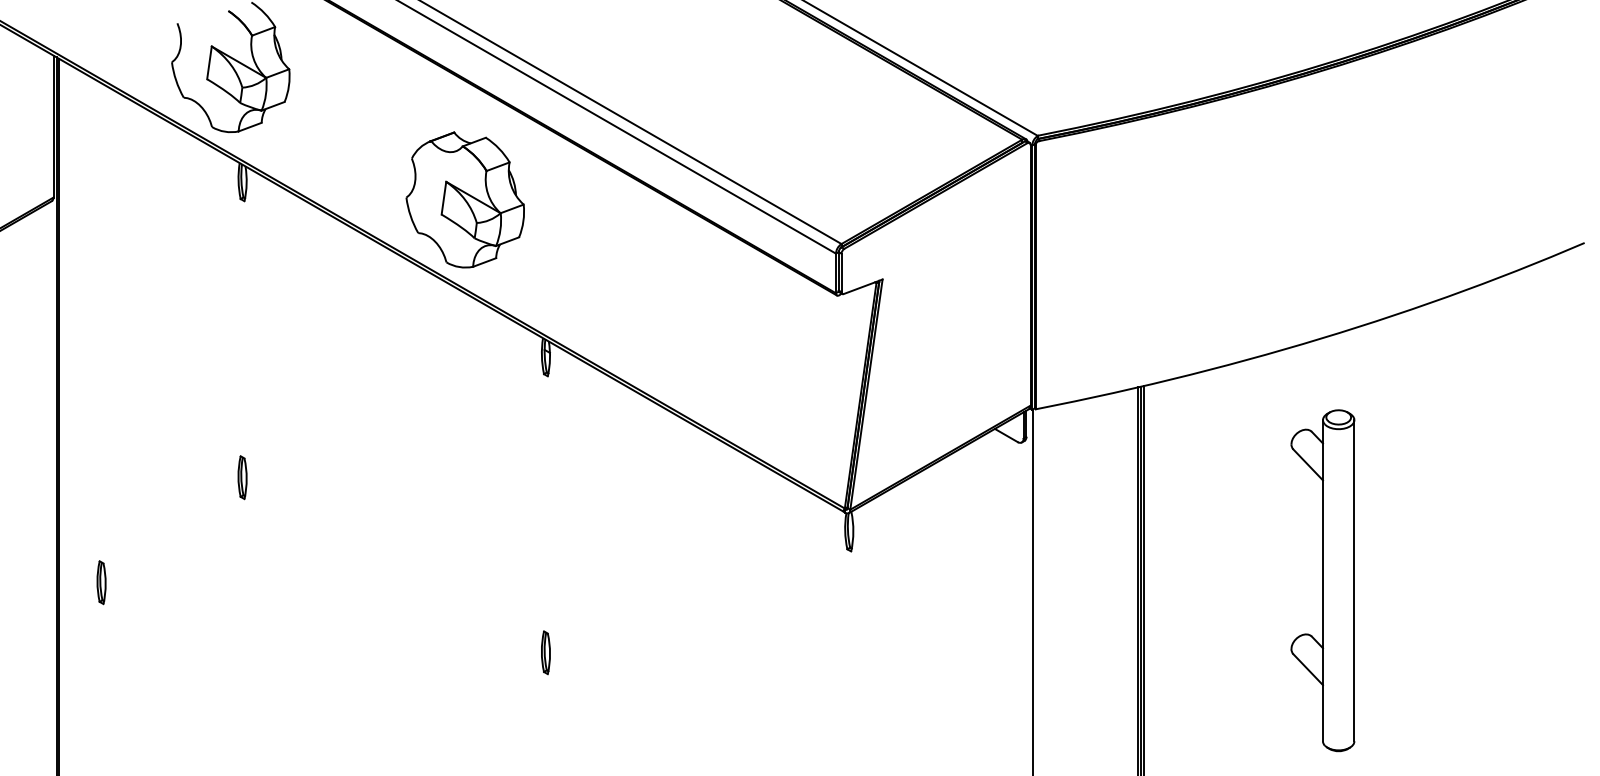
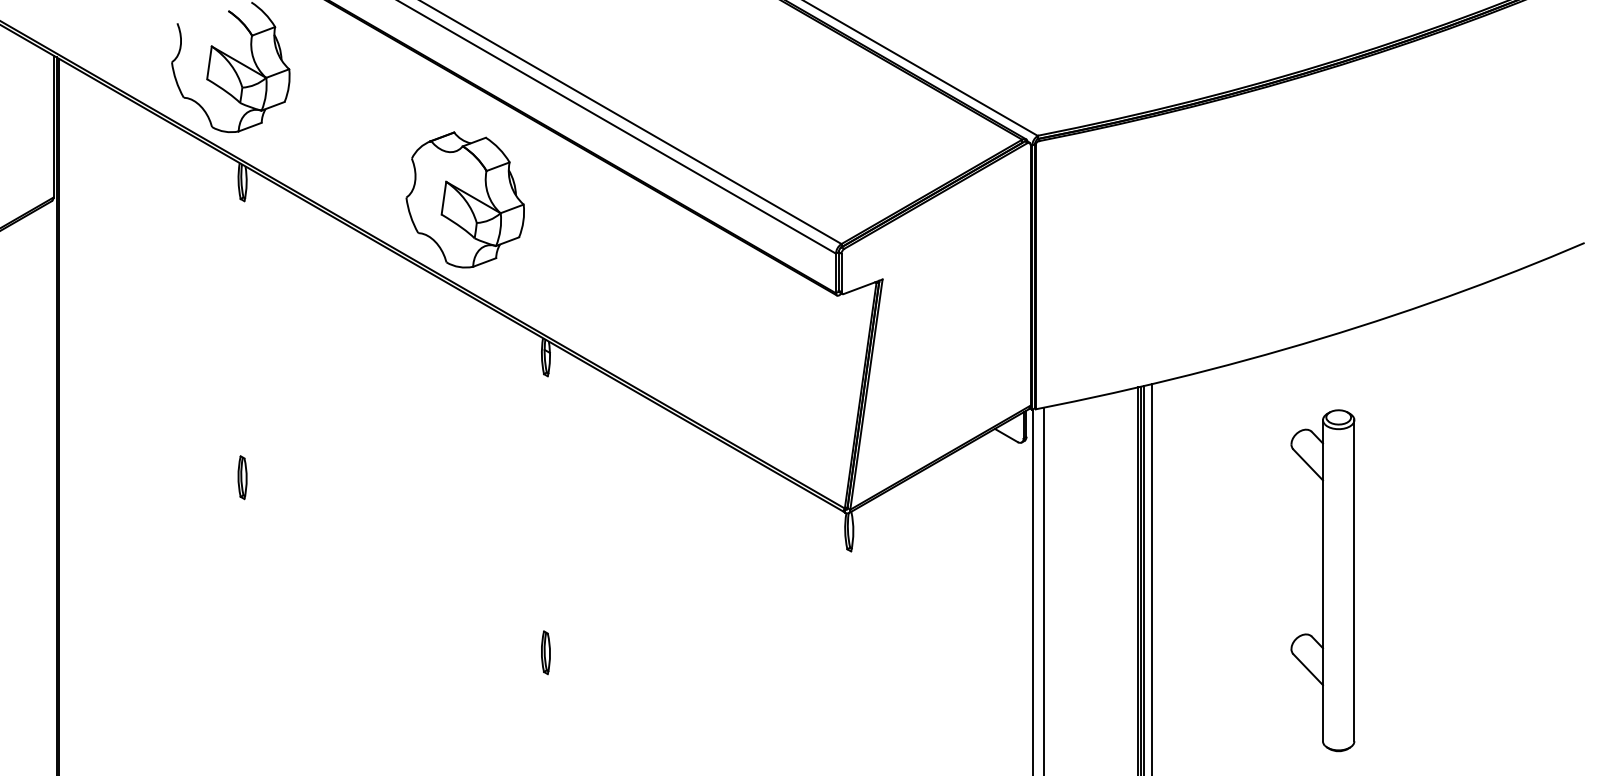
line at (1152, 578): none -> present
part at (101, 582): present -> none
line at (1043, 589): none -> present
